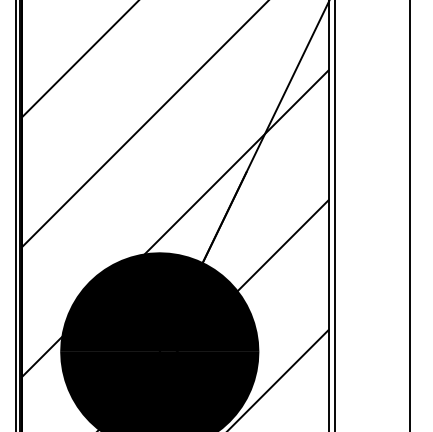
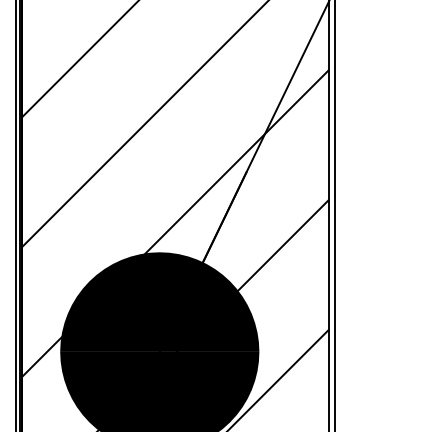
line at (409, 215): present -> none
